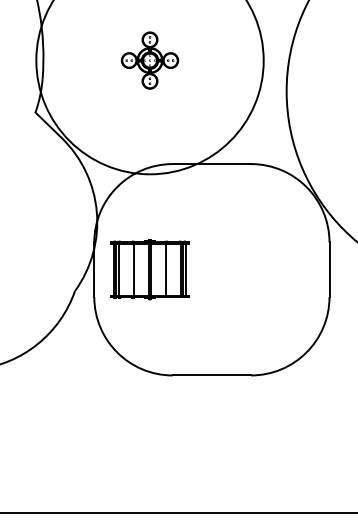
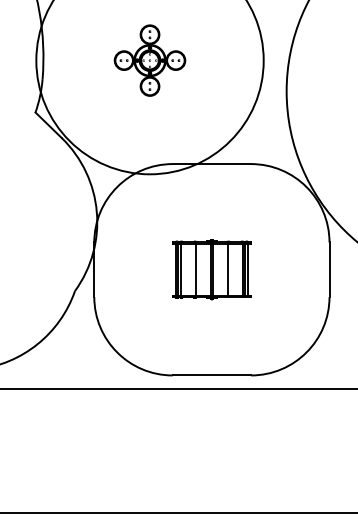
part at (149, 60) size: 60x59 px -> 74x73 px
part at (149, 269) position: (149, 269) -> (211, 269)
line at (178, 388): none -> present
